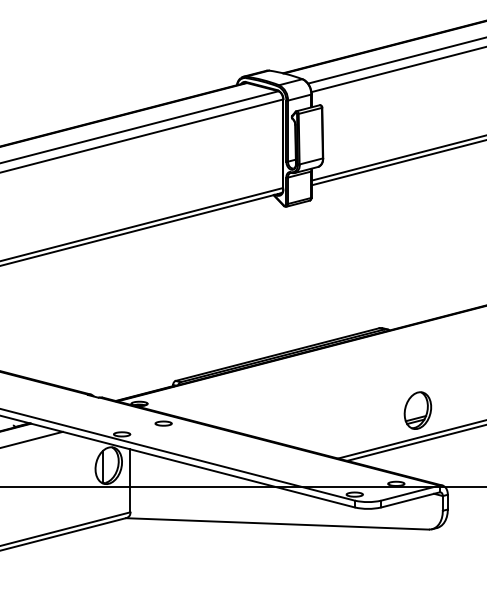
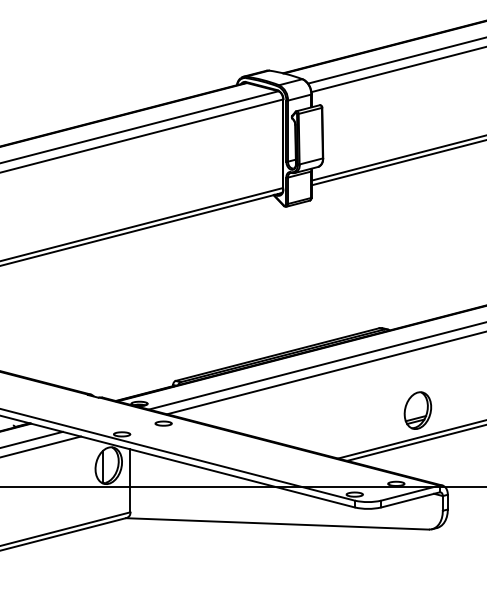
line at (315, 365): none -> present
line at (325, 373): none -> present
line at (41, 446): none -> present
